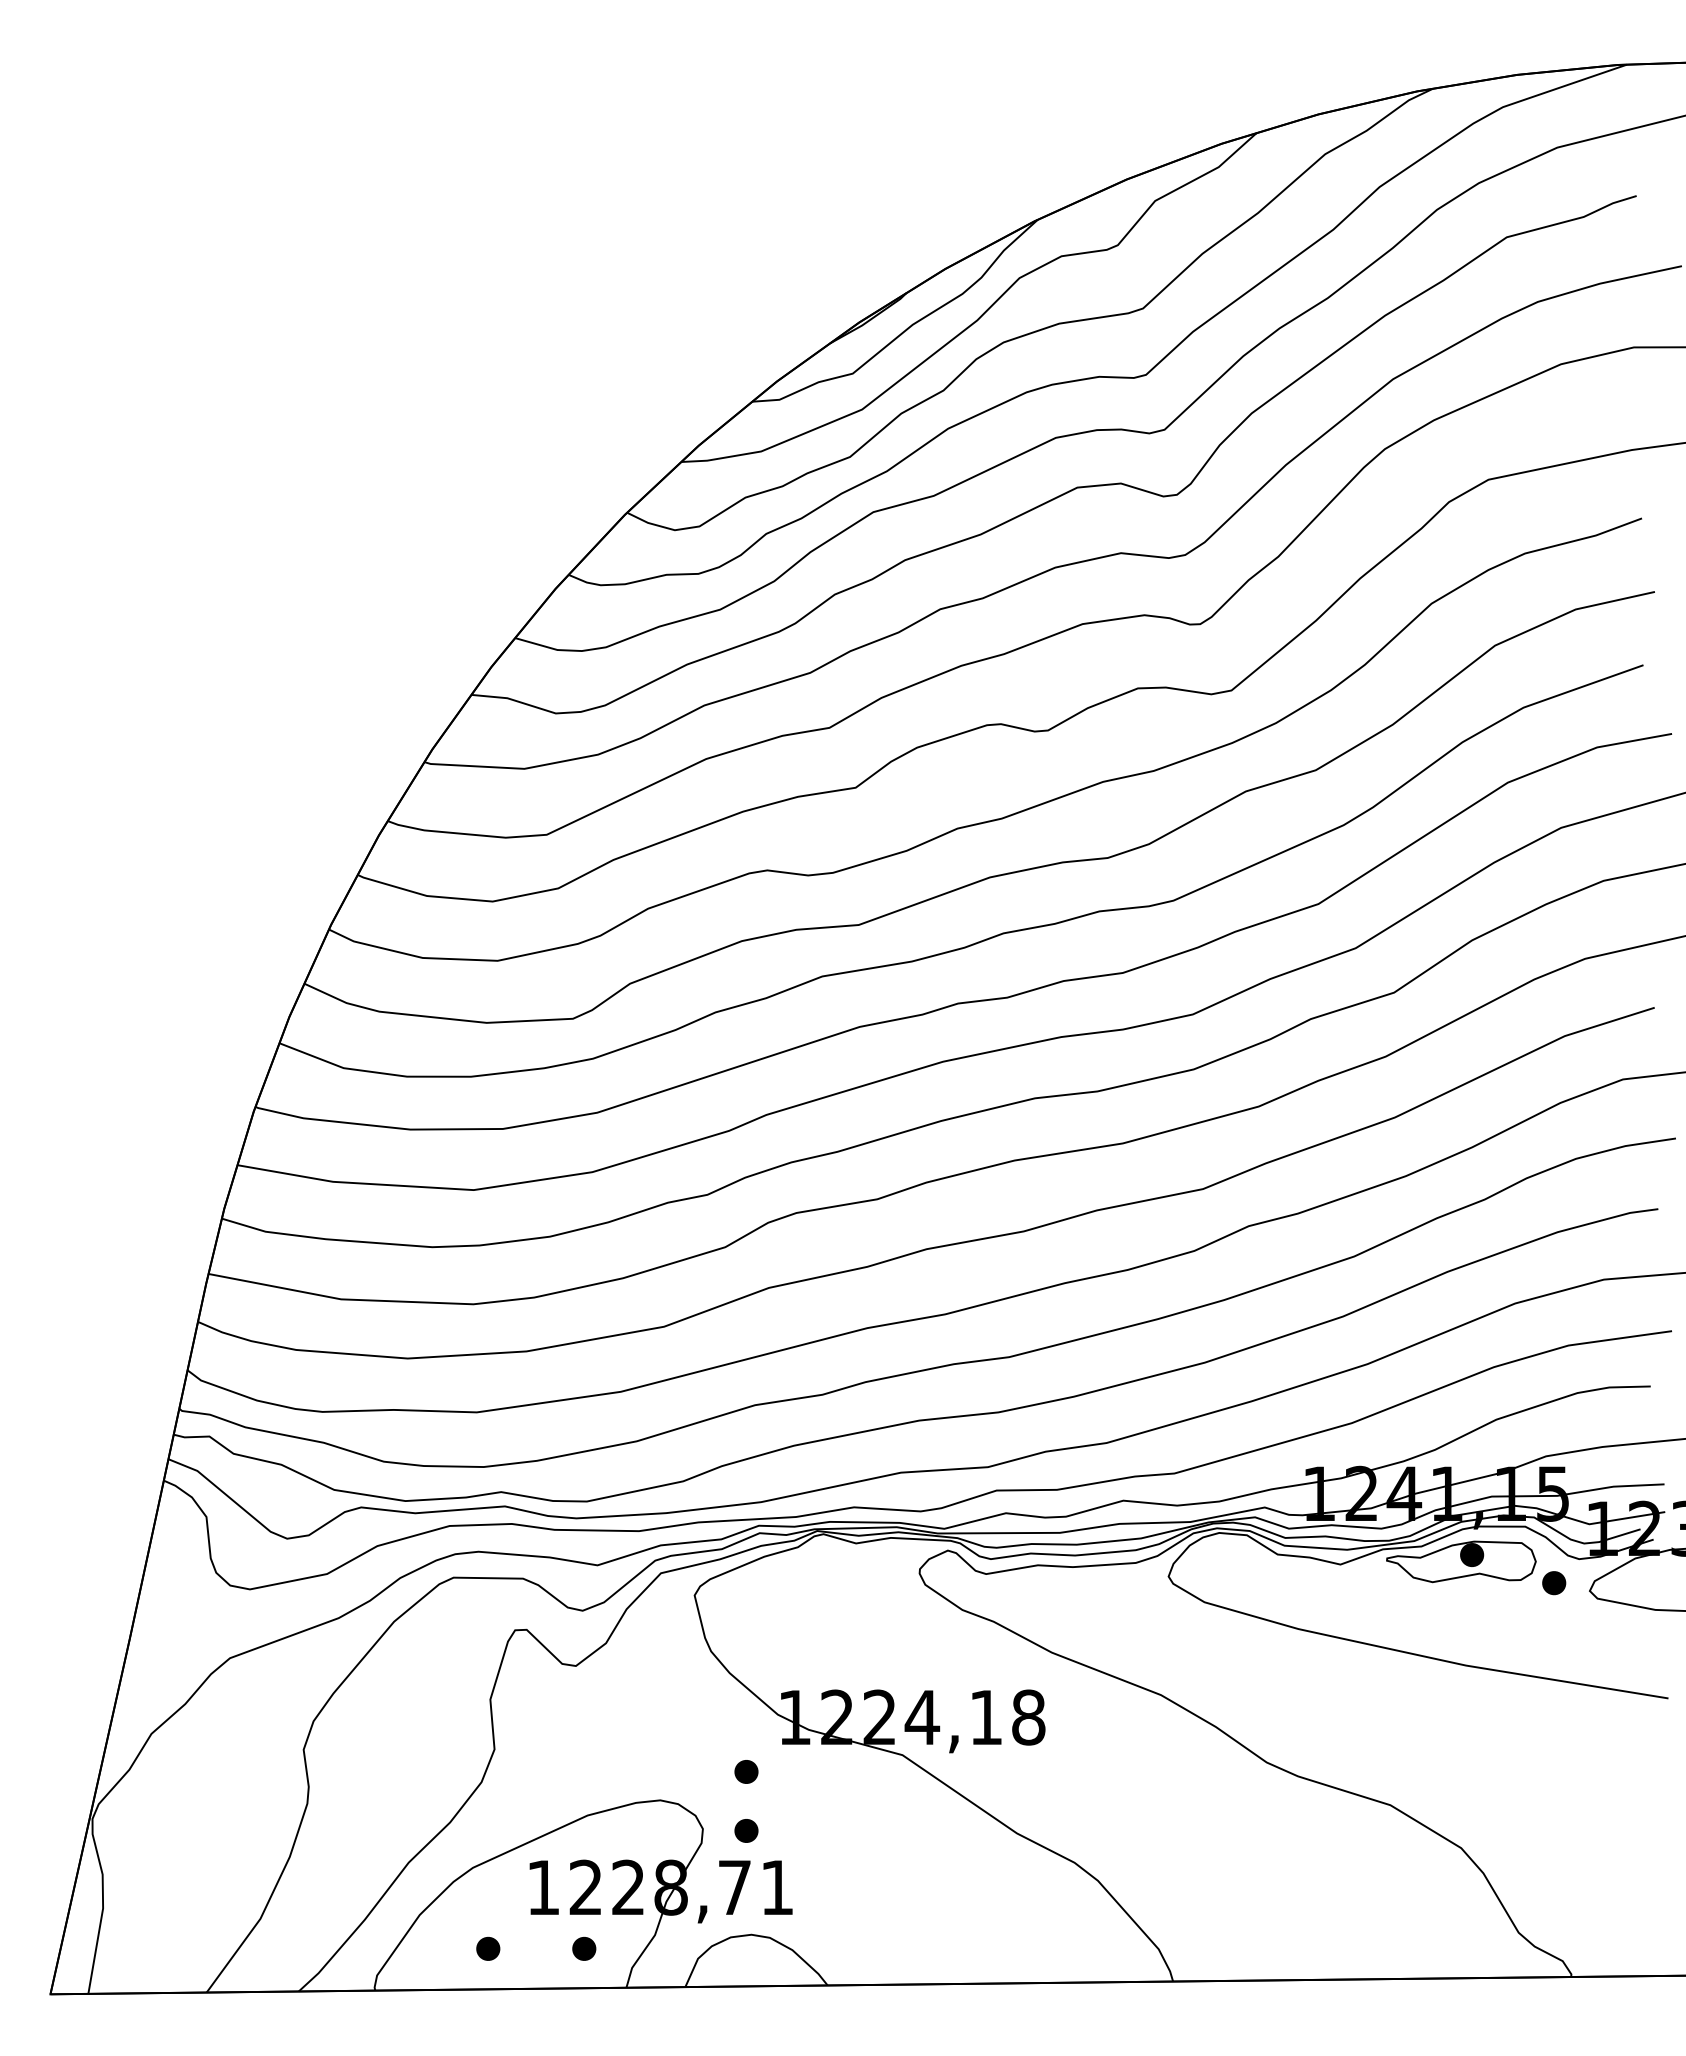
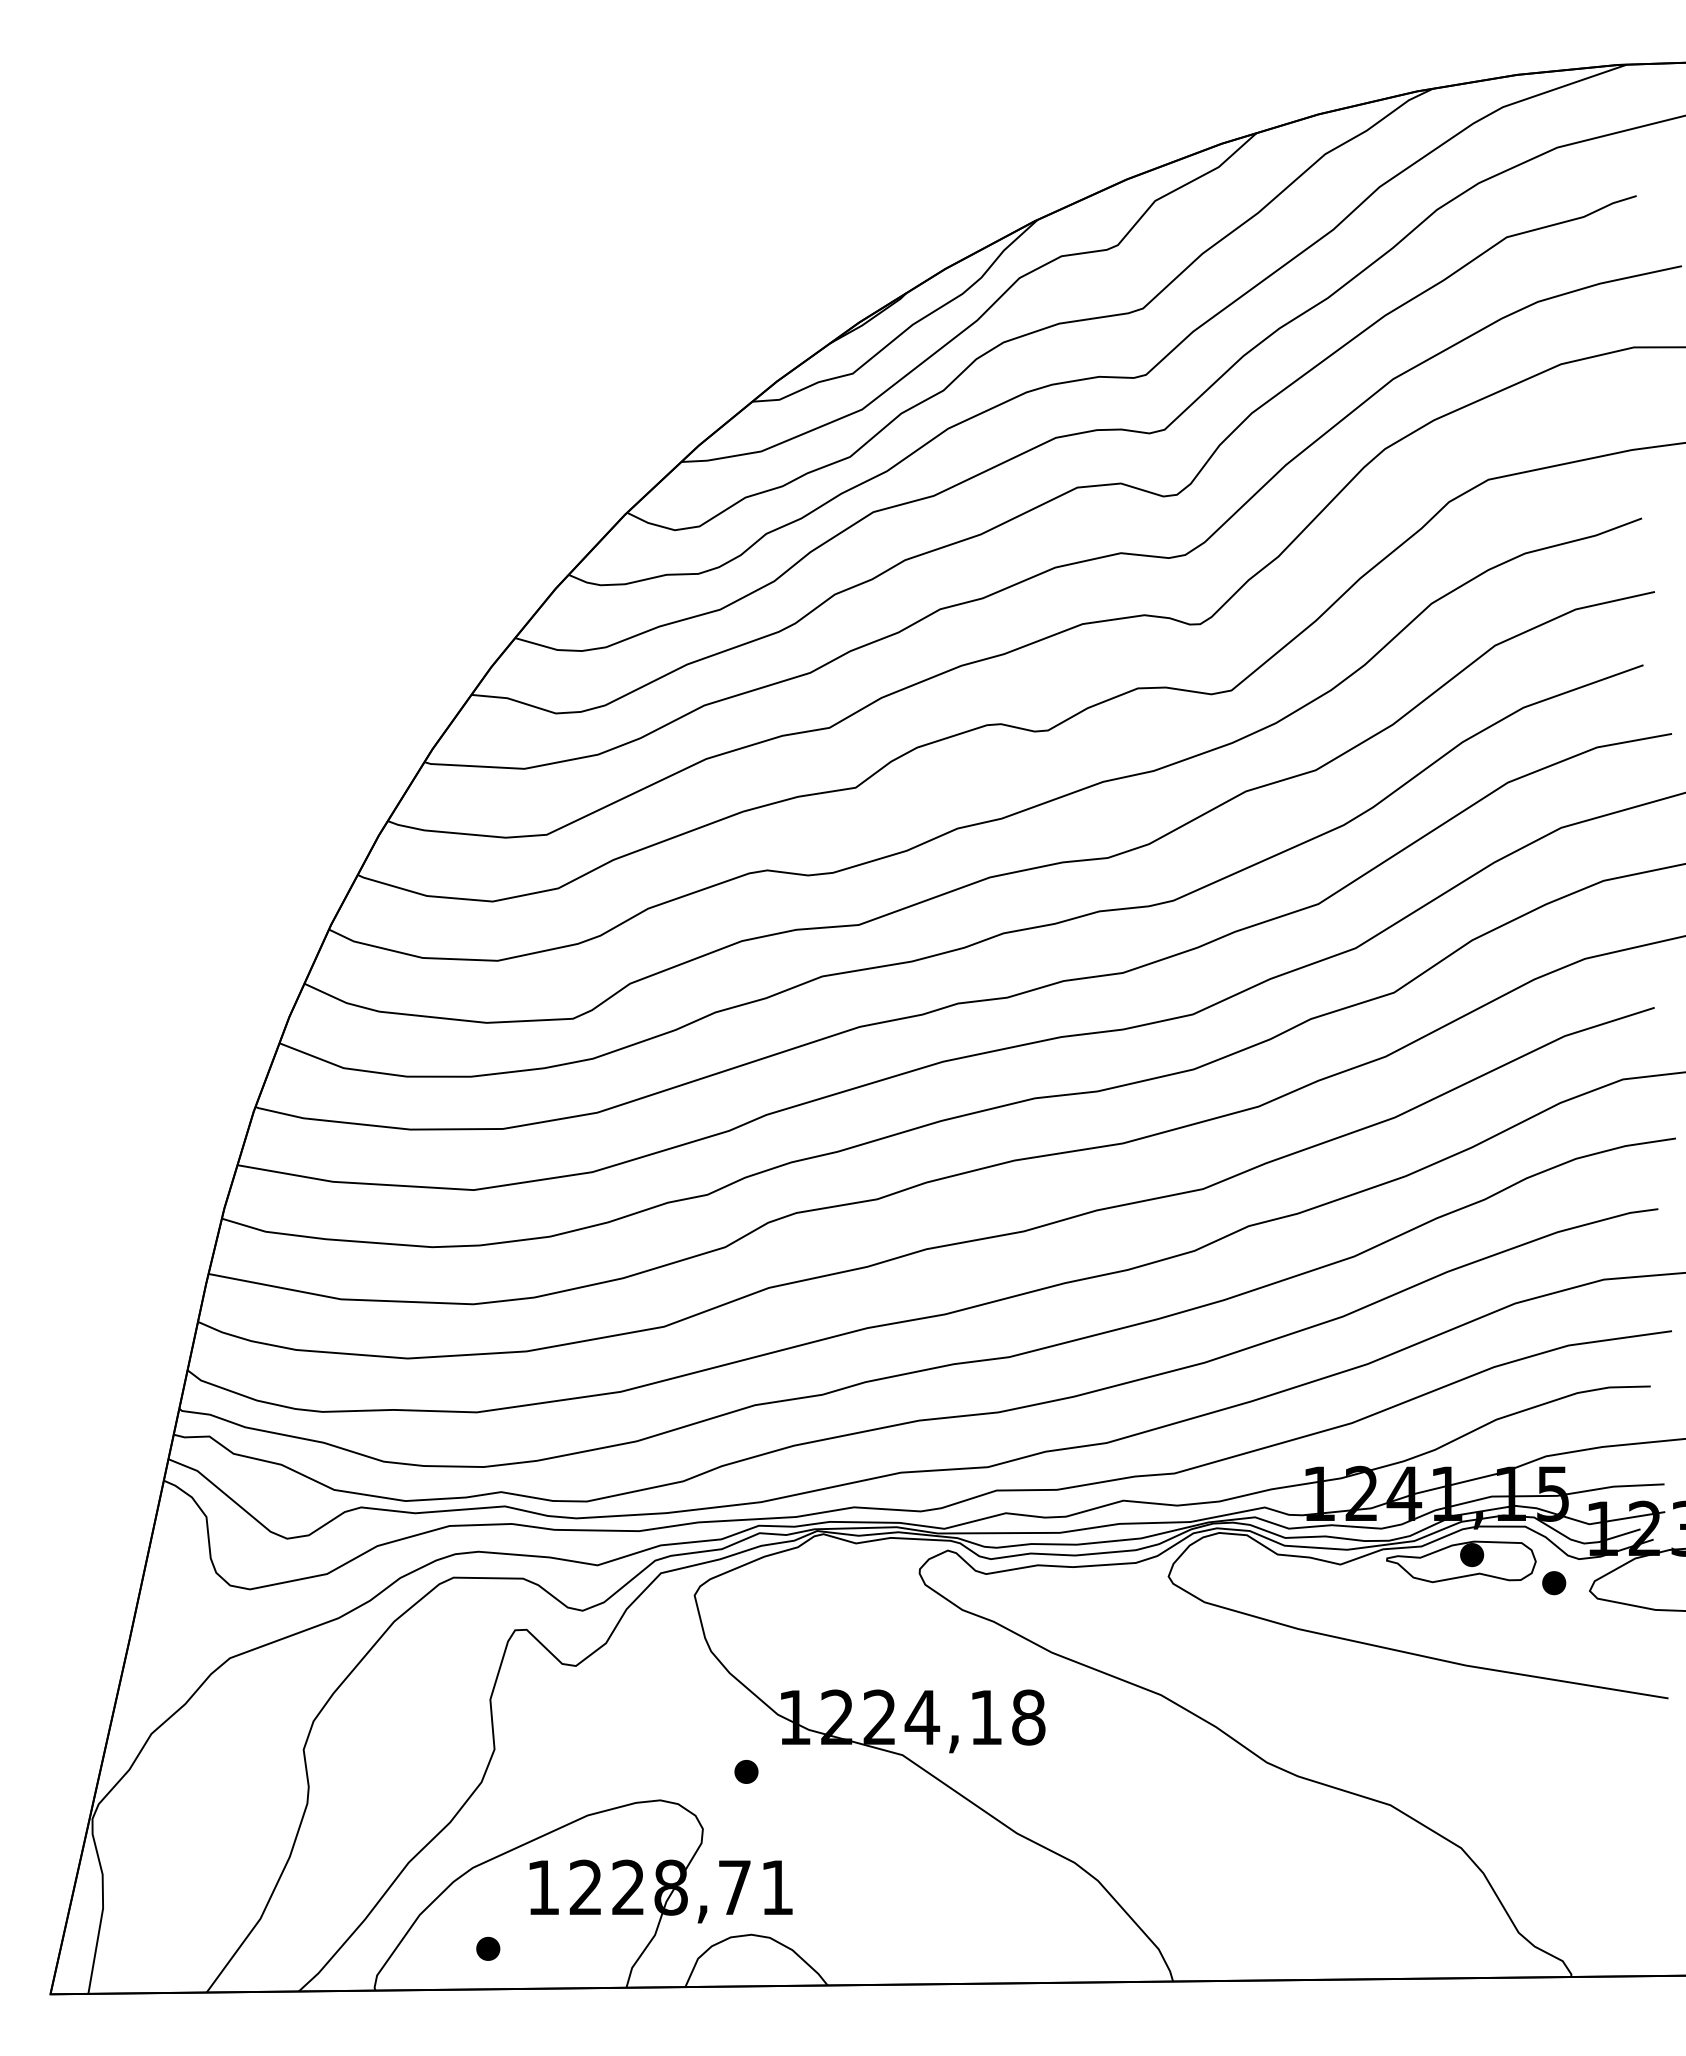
part at (746, 1830): present -> none
part at (584, 1948): present -> none
